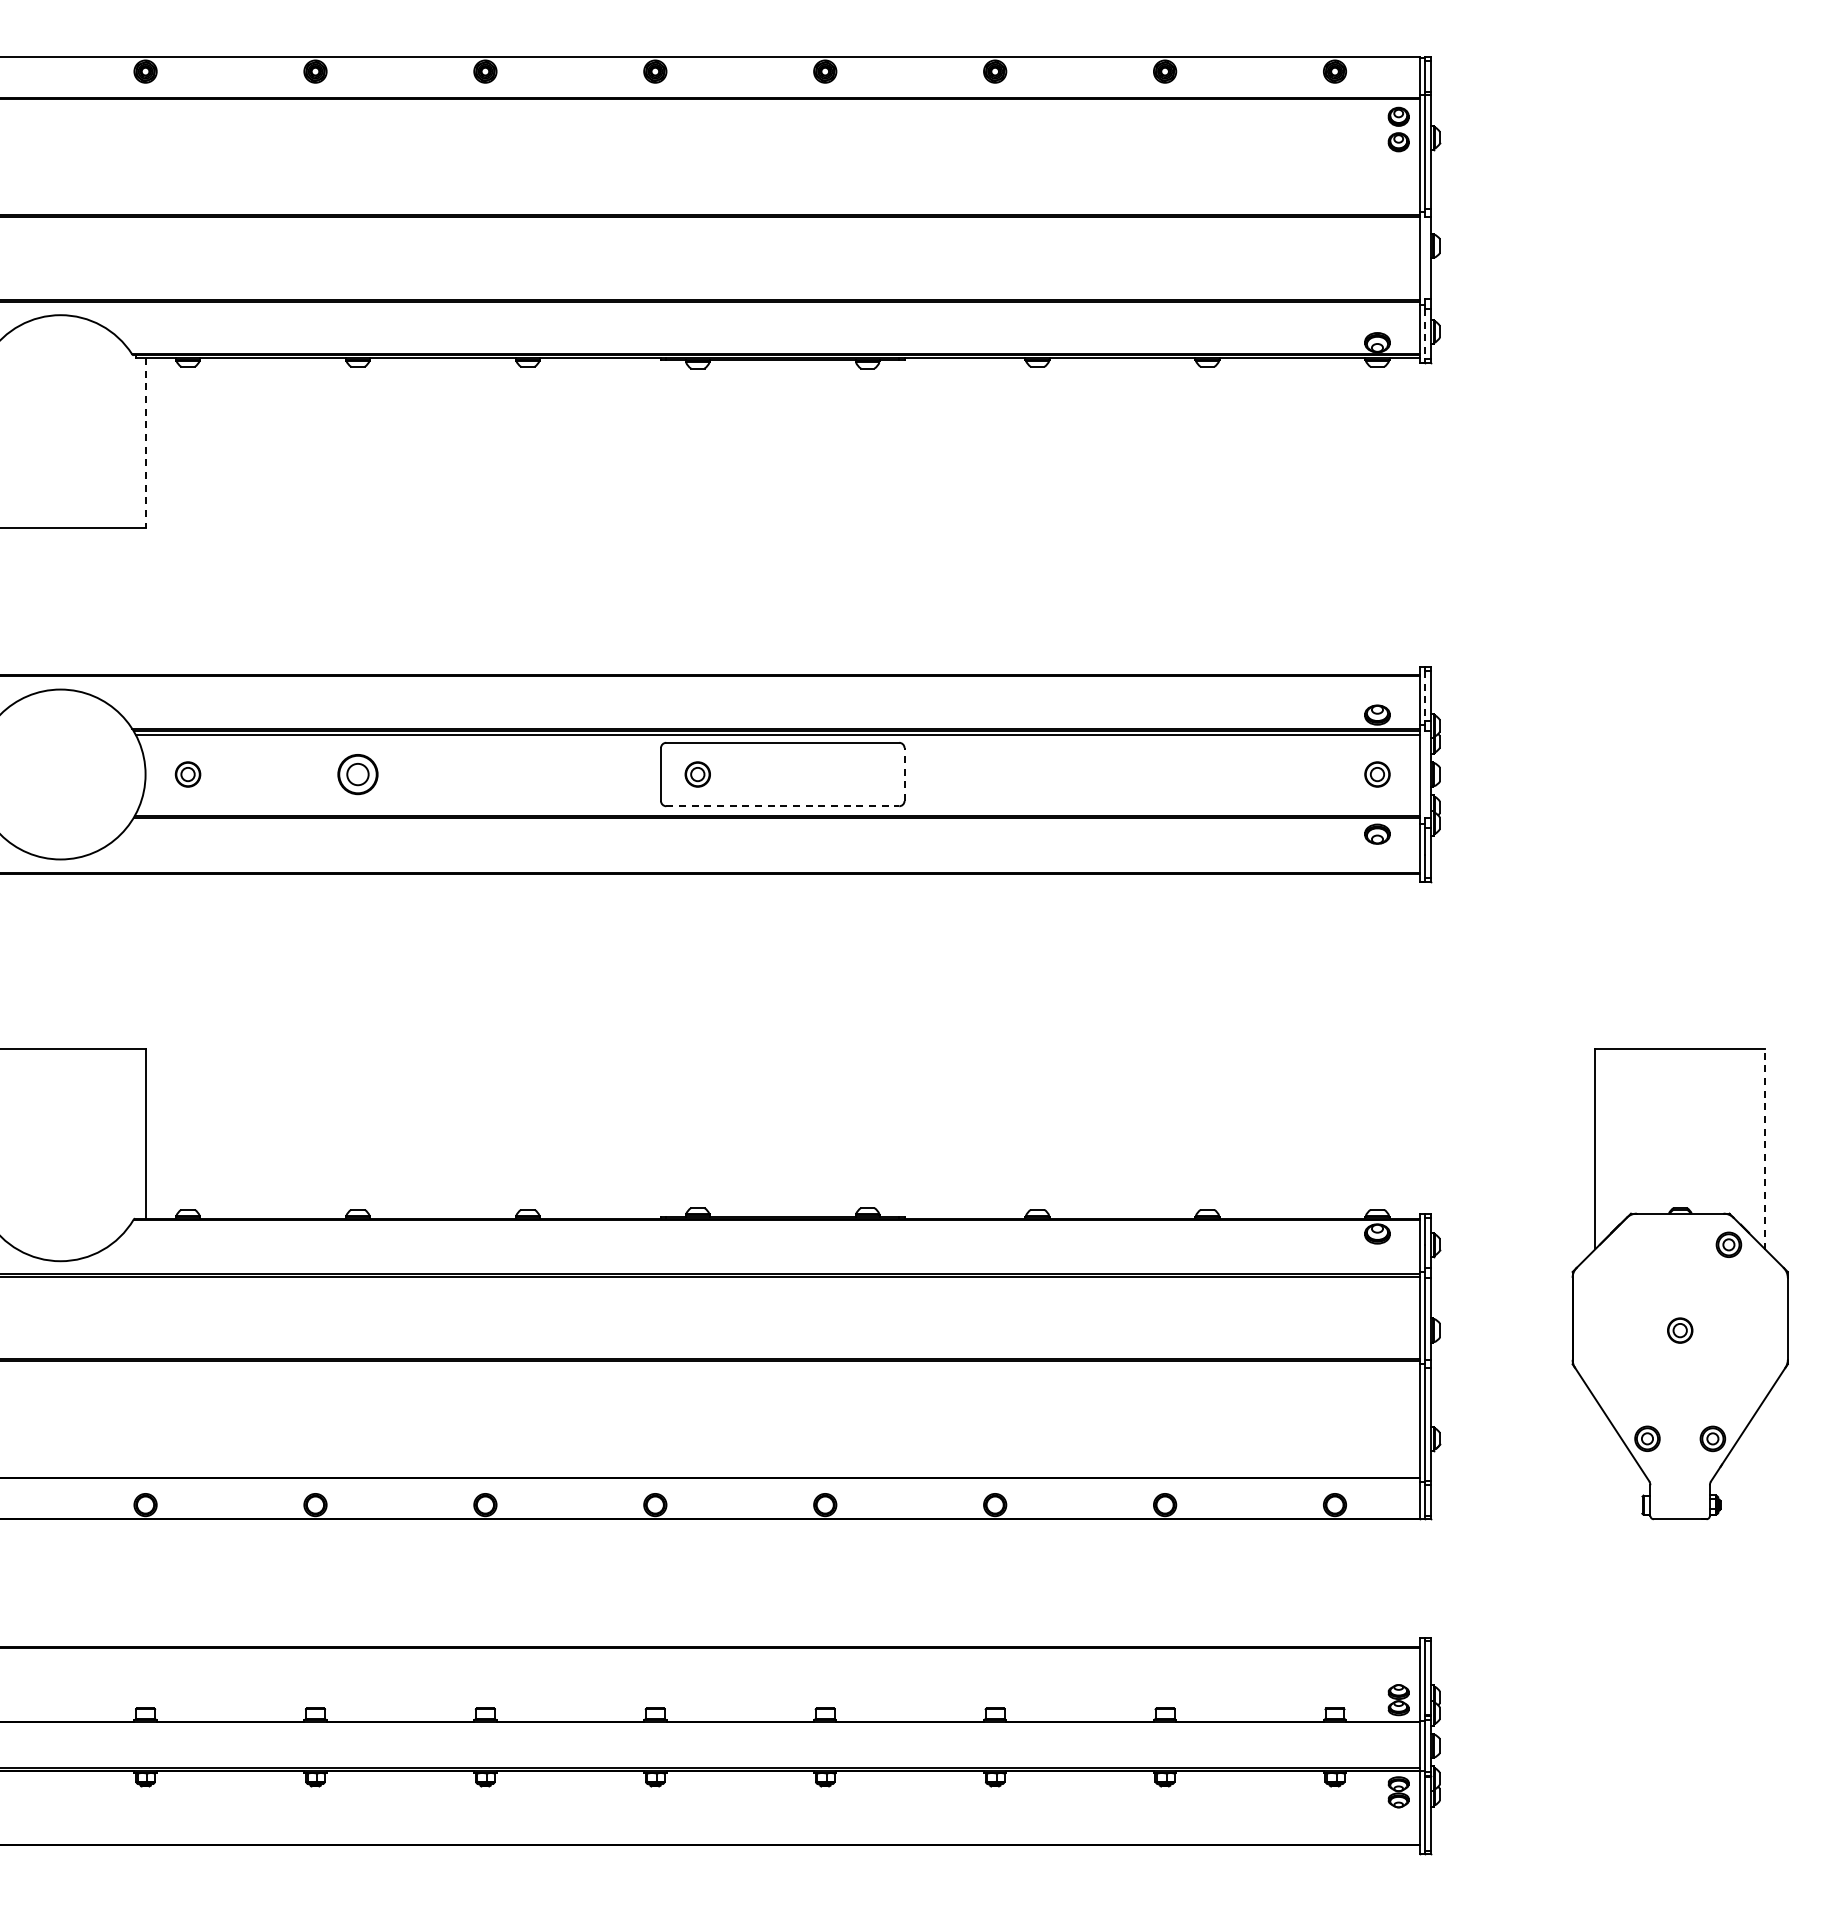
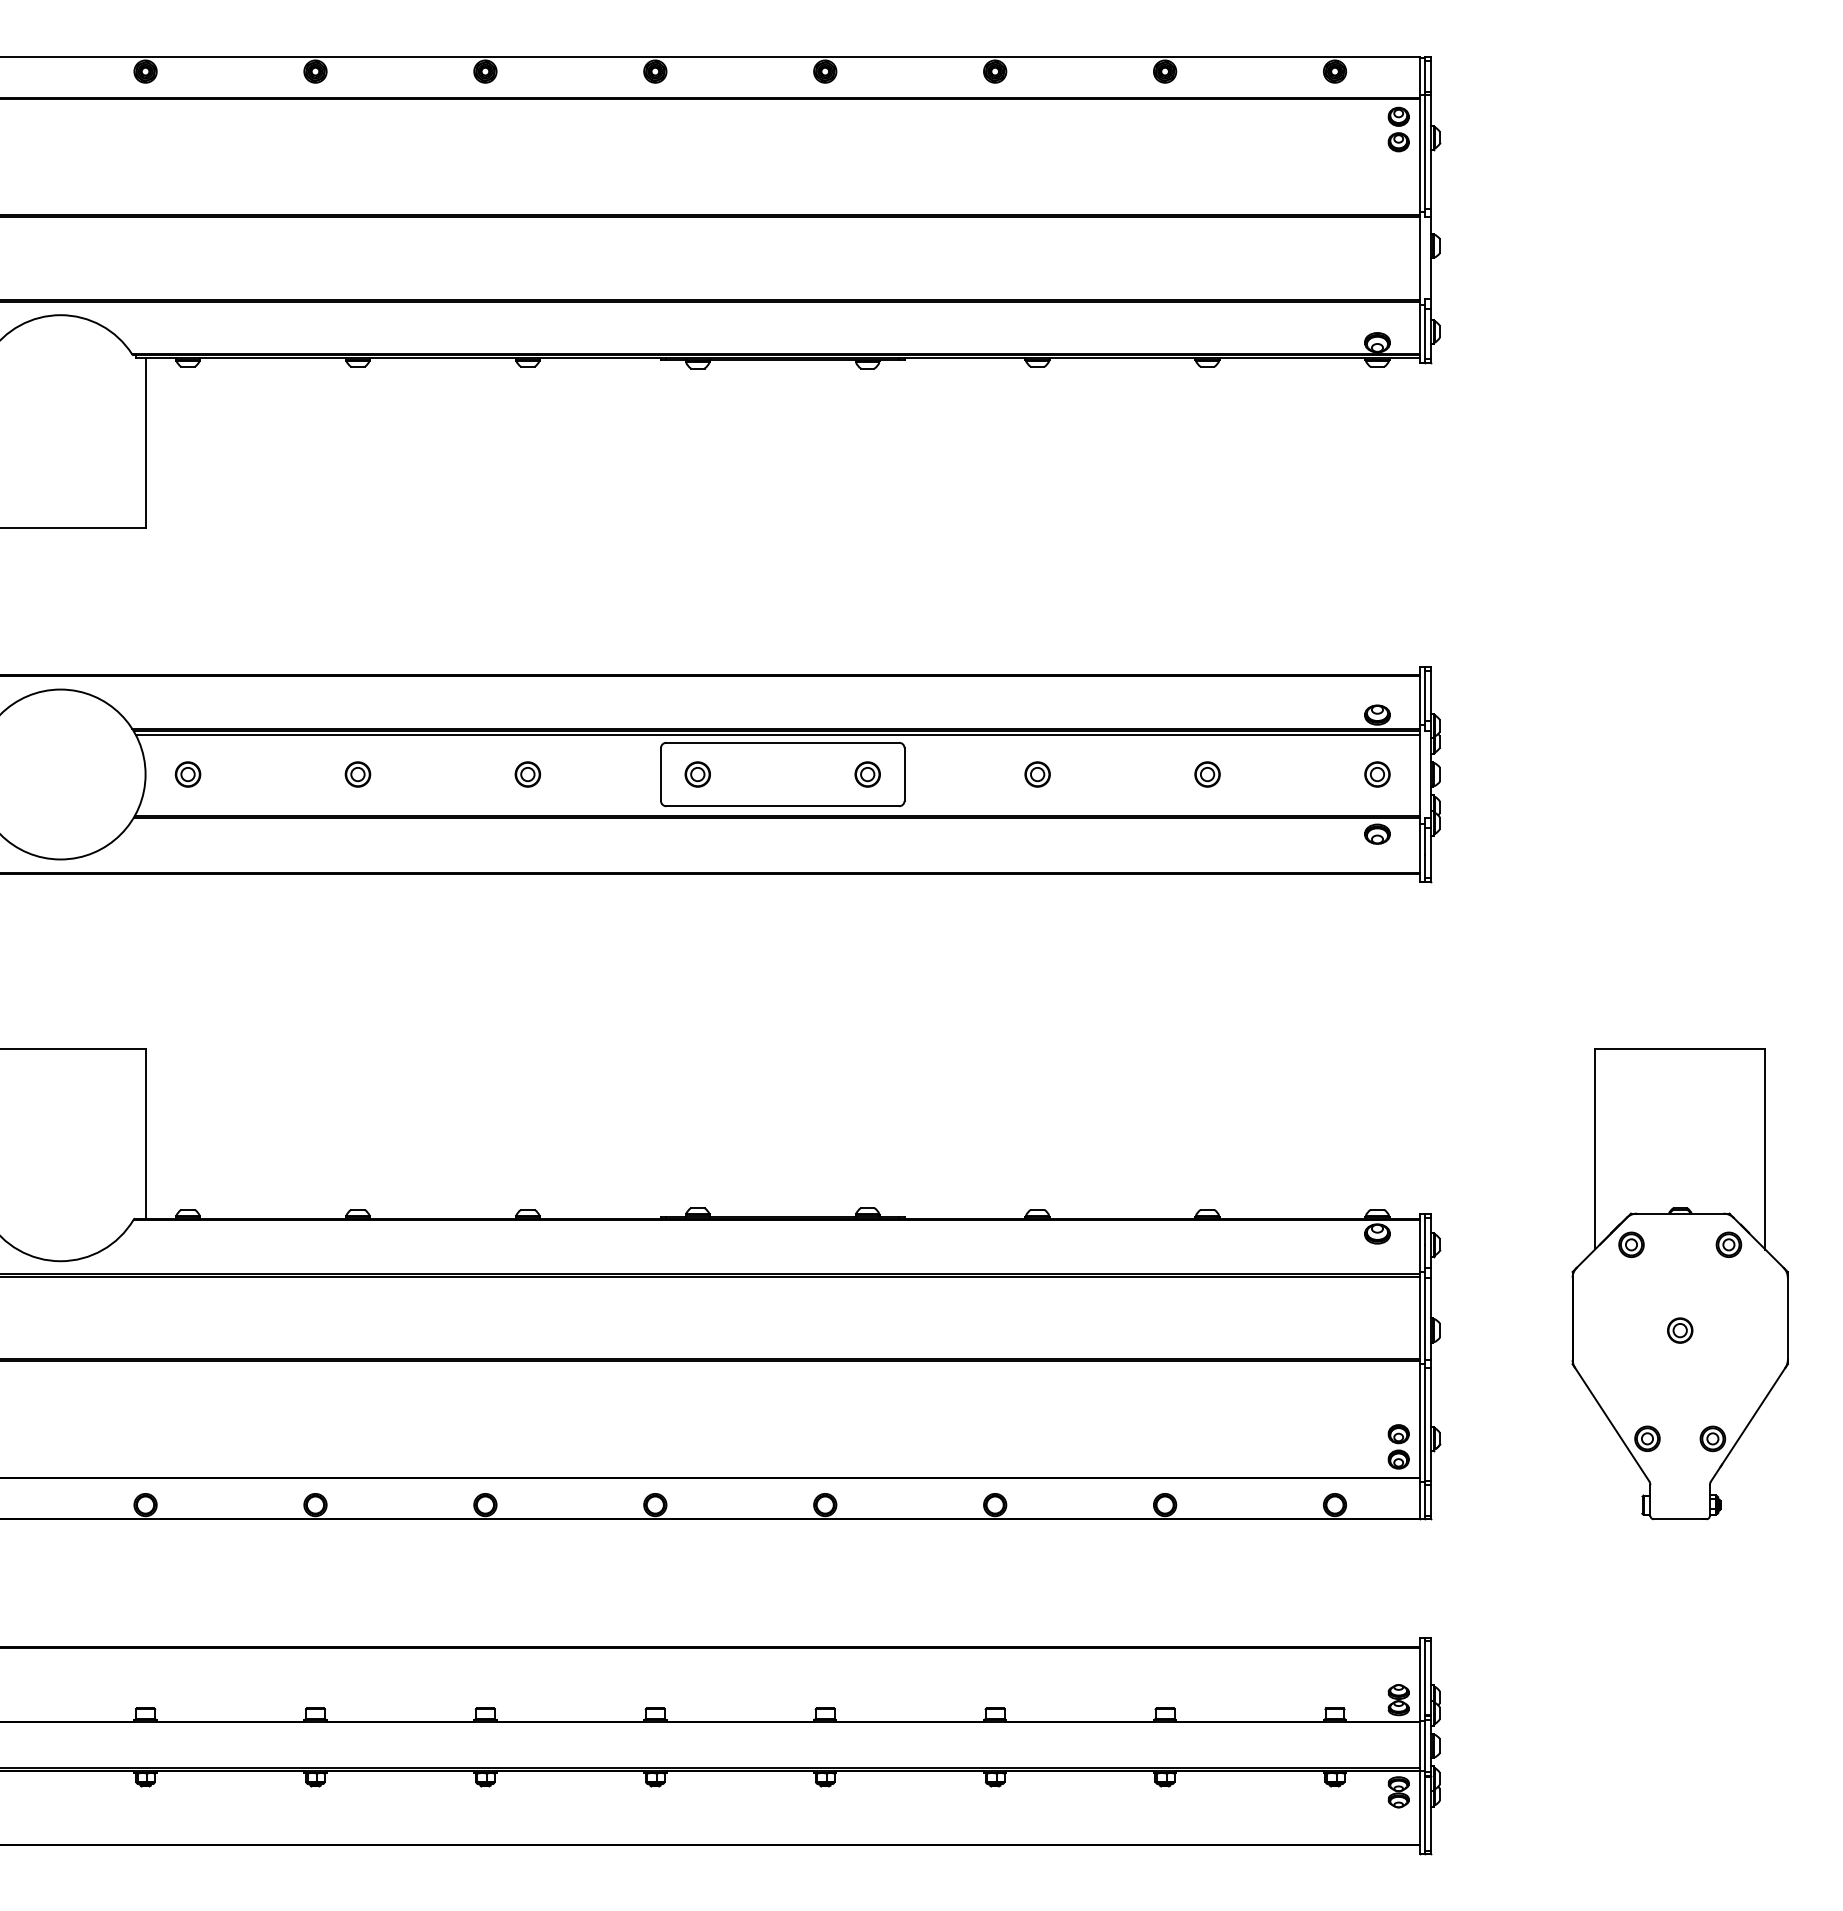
line at (1425, 334): dashed -> solid
line at (145, 442): dashed -> solid
line at (1425, 696): dashed -> solid
part at (357, 774) size: 42x42 px -> 28x27 px
part at (527, 774): none -> present
part at (867, 774): none -> present
line at (904, 774): dashed -> solid
part at (1037, 774): none -> present
part at (1207, 774): none -> present
line at (782, 806): dashed -> solid
line at (1765, 1148): dashed -> solid
part at (1631, 1244): none -> present
part at (1398, 1446): none -> present
